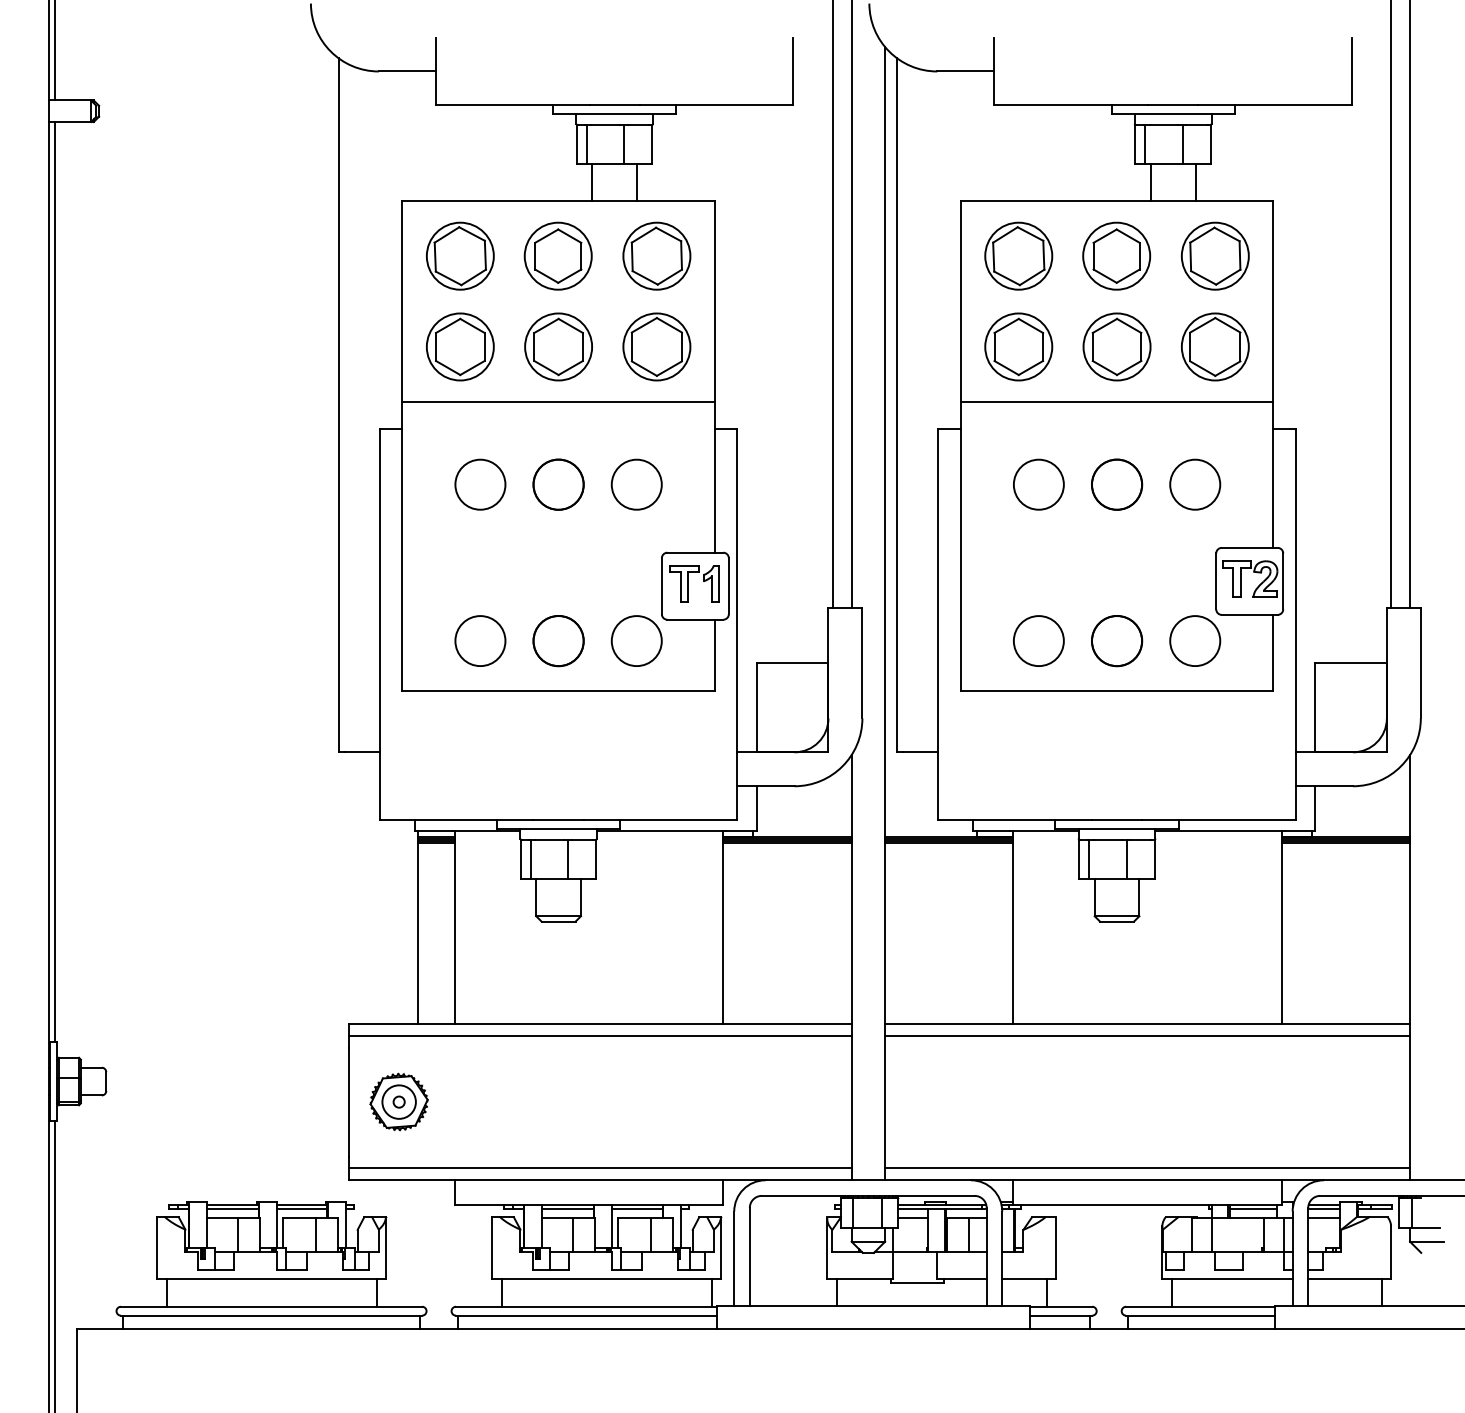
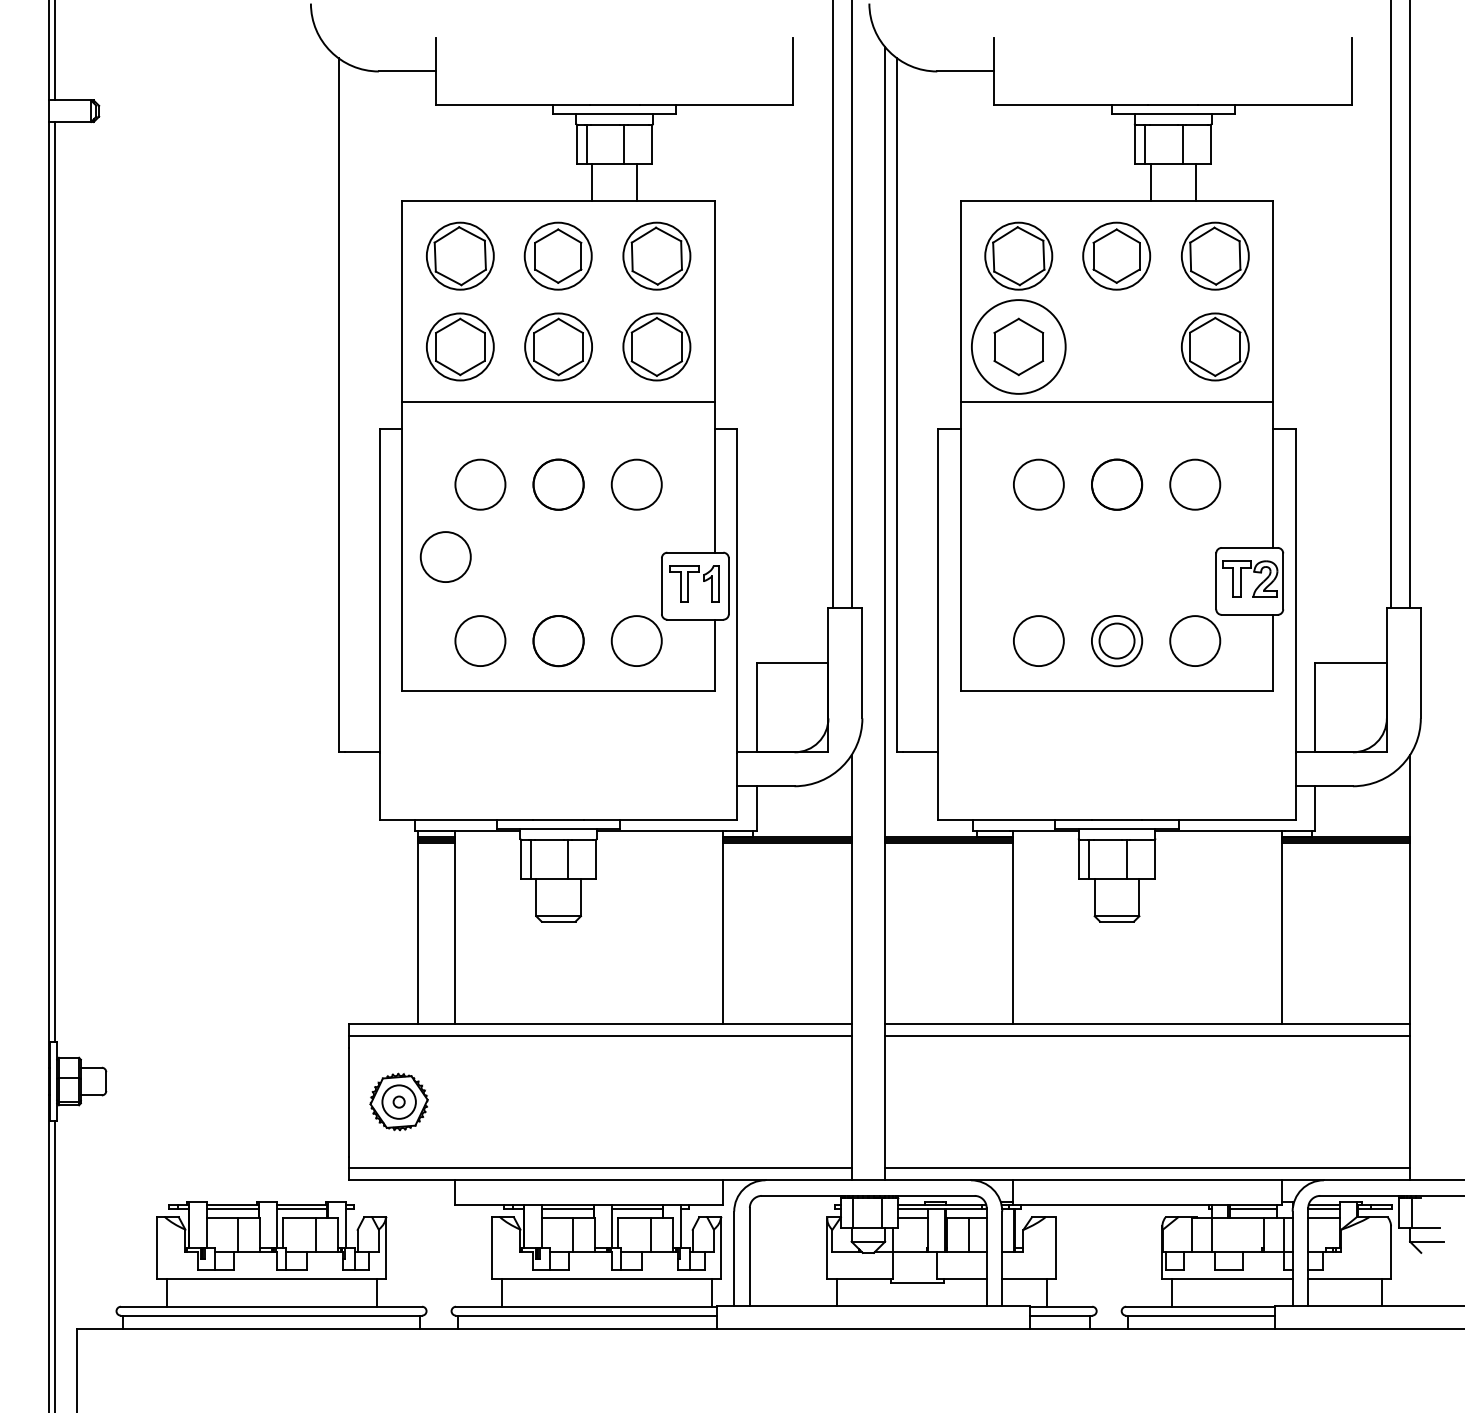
circle at (1018, 346) diameter: 67 px -> 94 px
part at (1116, 346): present -> none
circle at (445, 556): none -> present
circle at (1117, 641) diameter: 50 px -> 35 px
